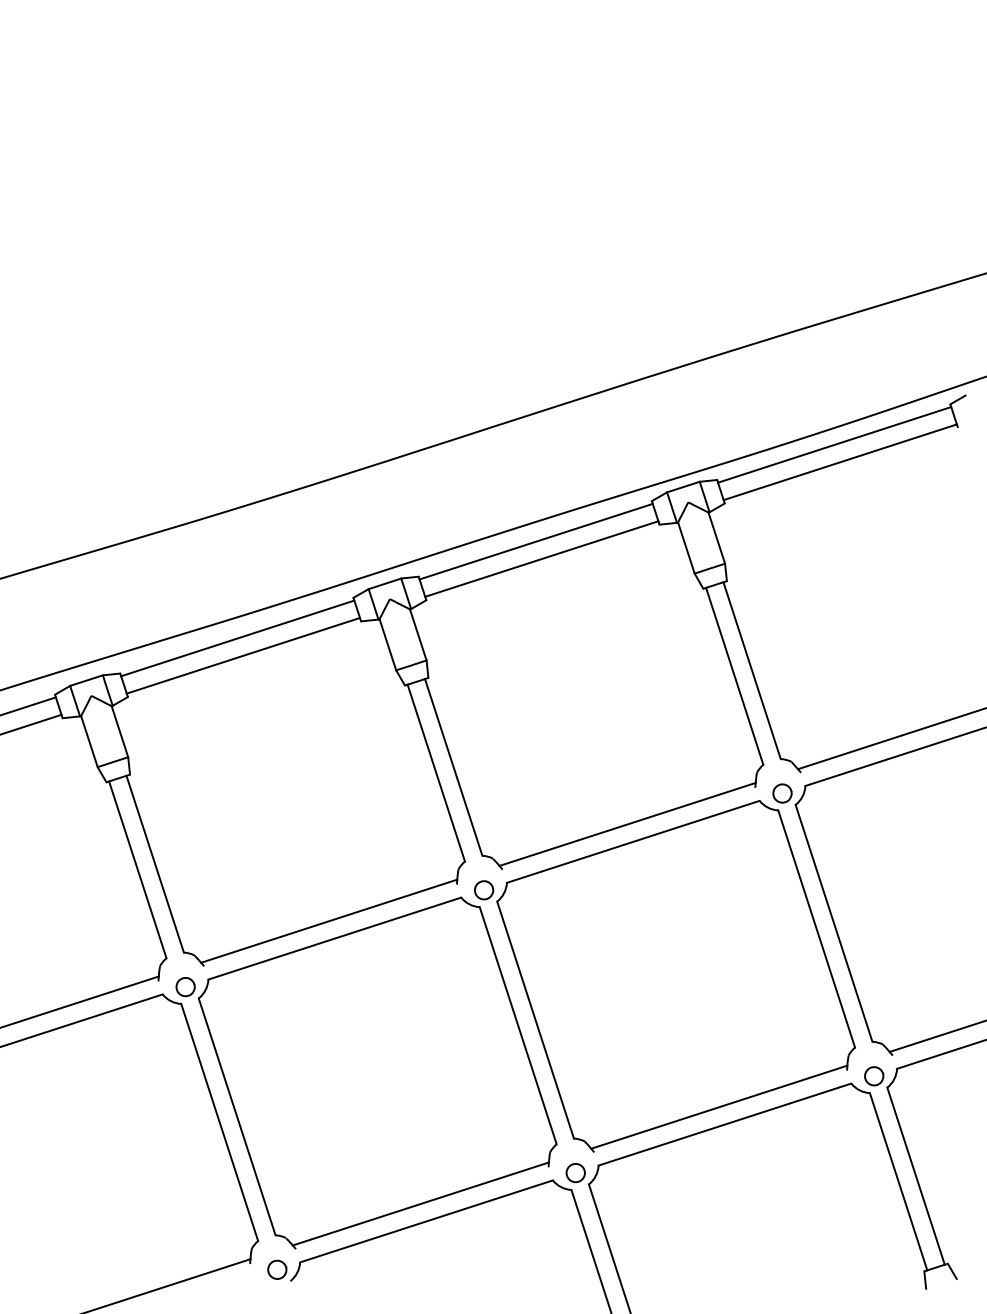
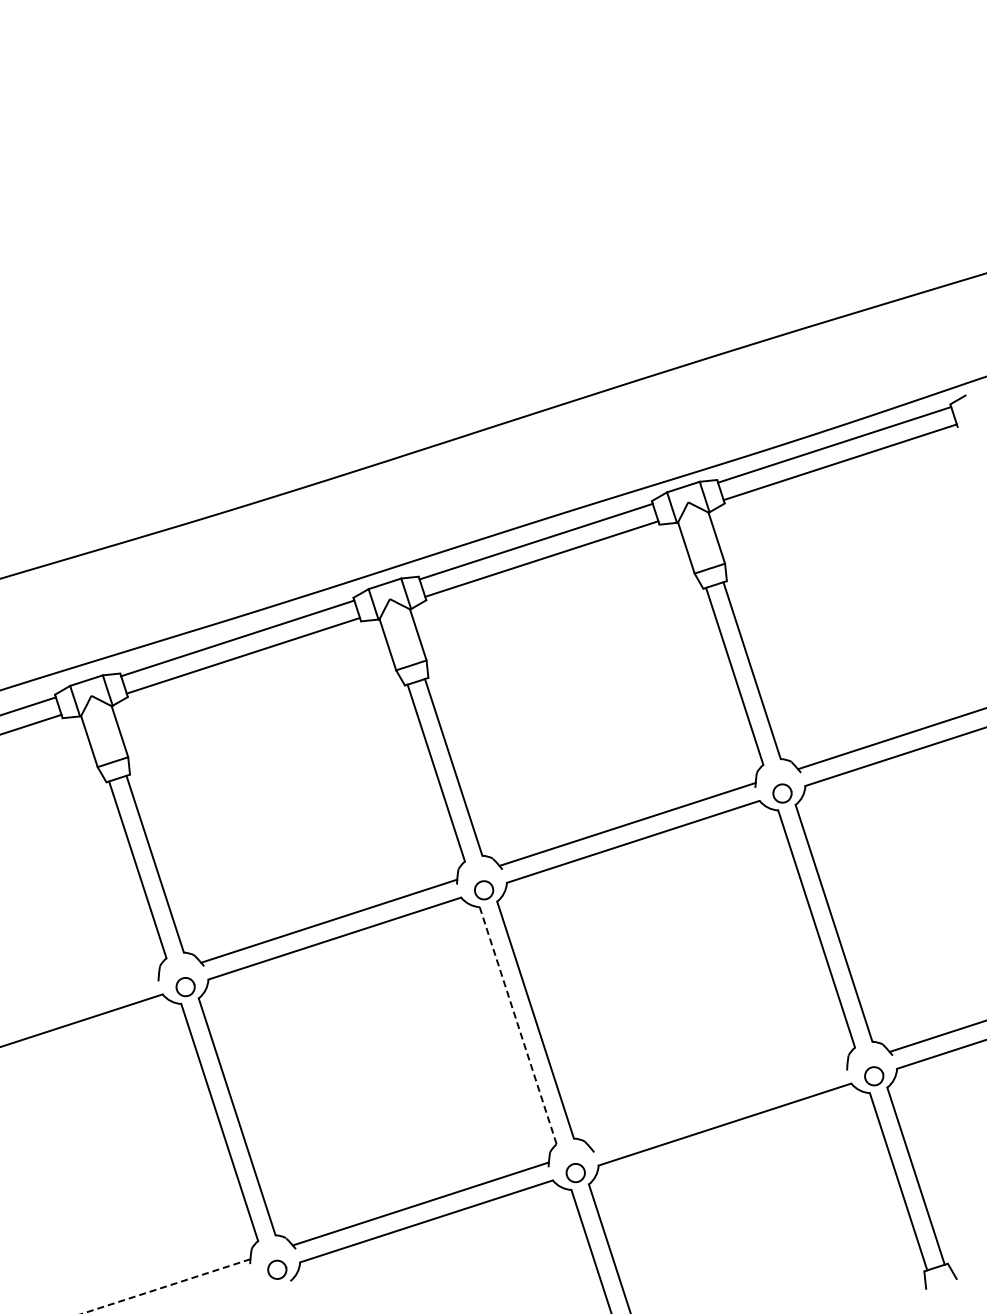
line at (80, 1001): present -> none
line at (518, 1025): solid -> dashed
line at (719, 1106): present -> none
line at (166, 1286): solid -> dashed
